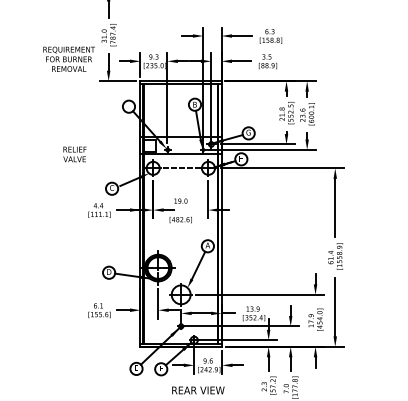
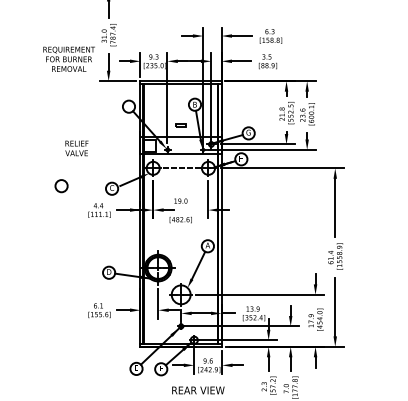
part at (180, 125): none -> present
text at (74, 154) position: (74, 154) -> (76, 148)
circle at (61, 186): none -> present
